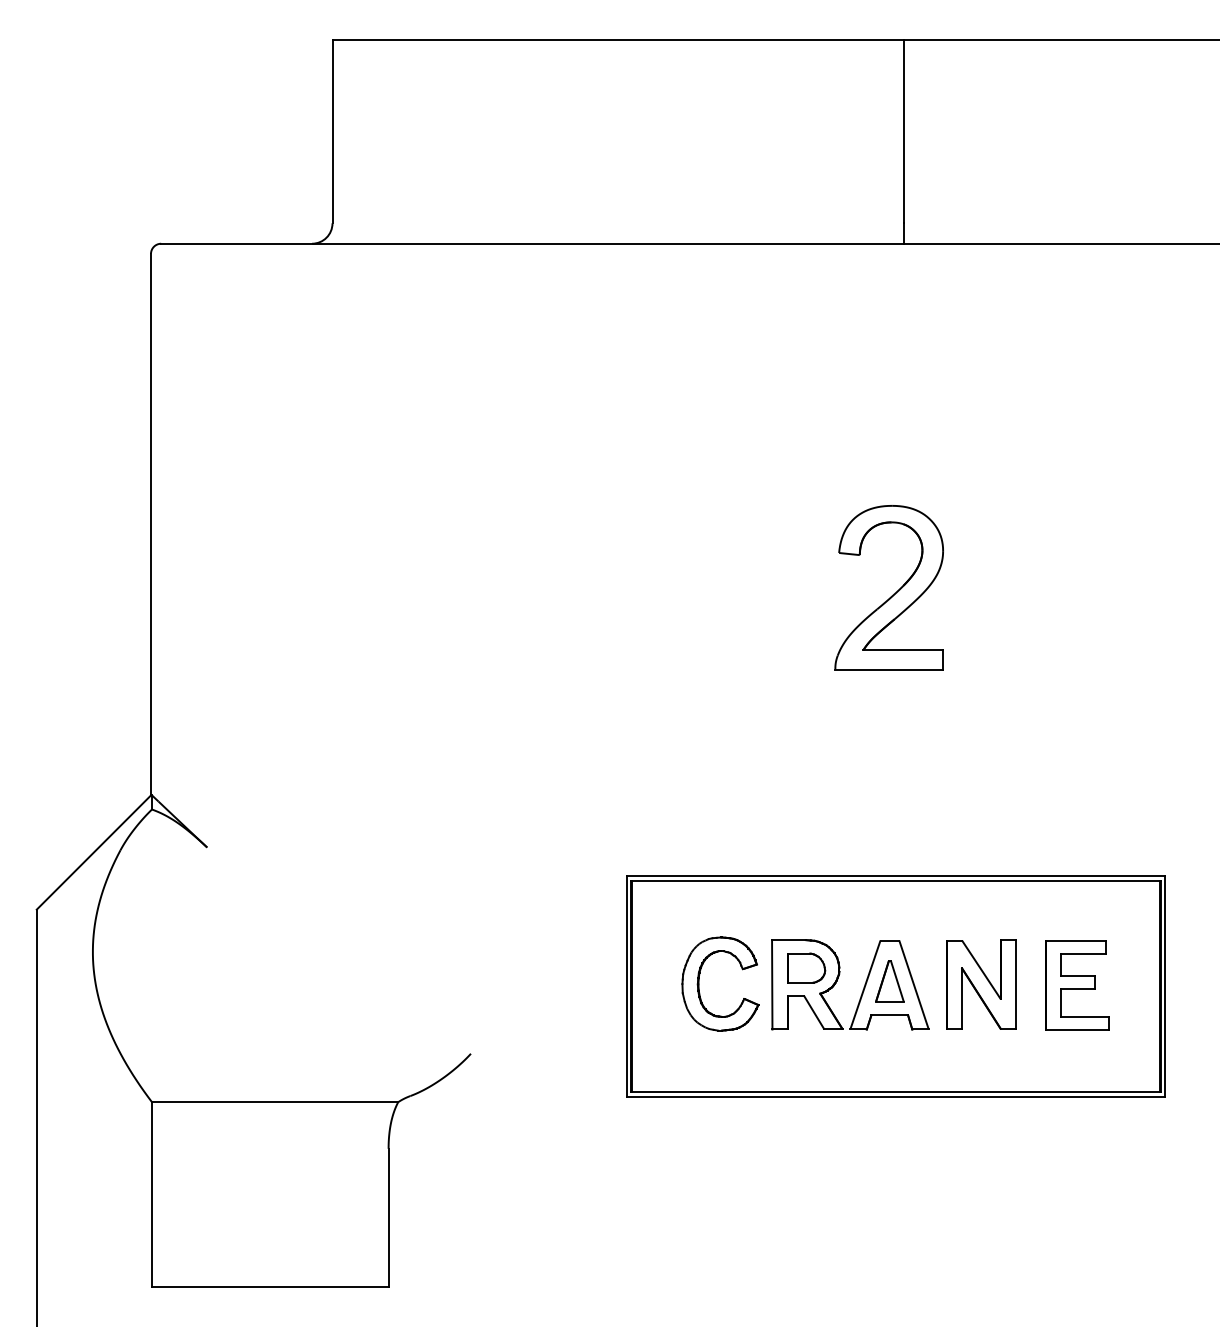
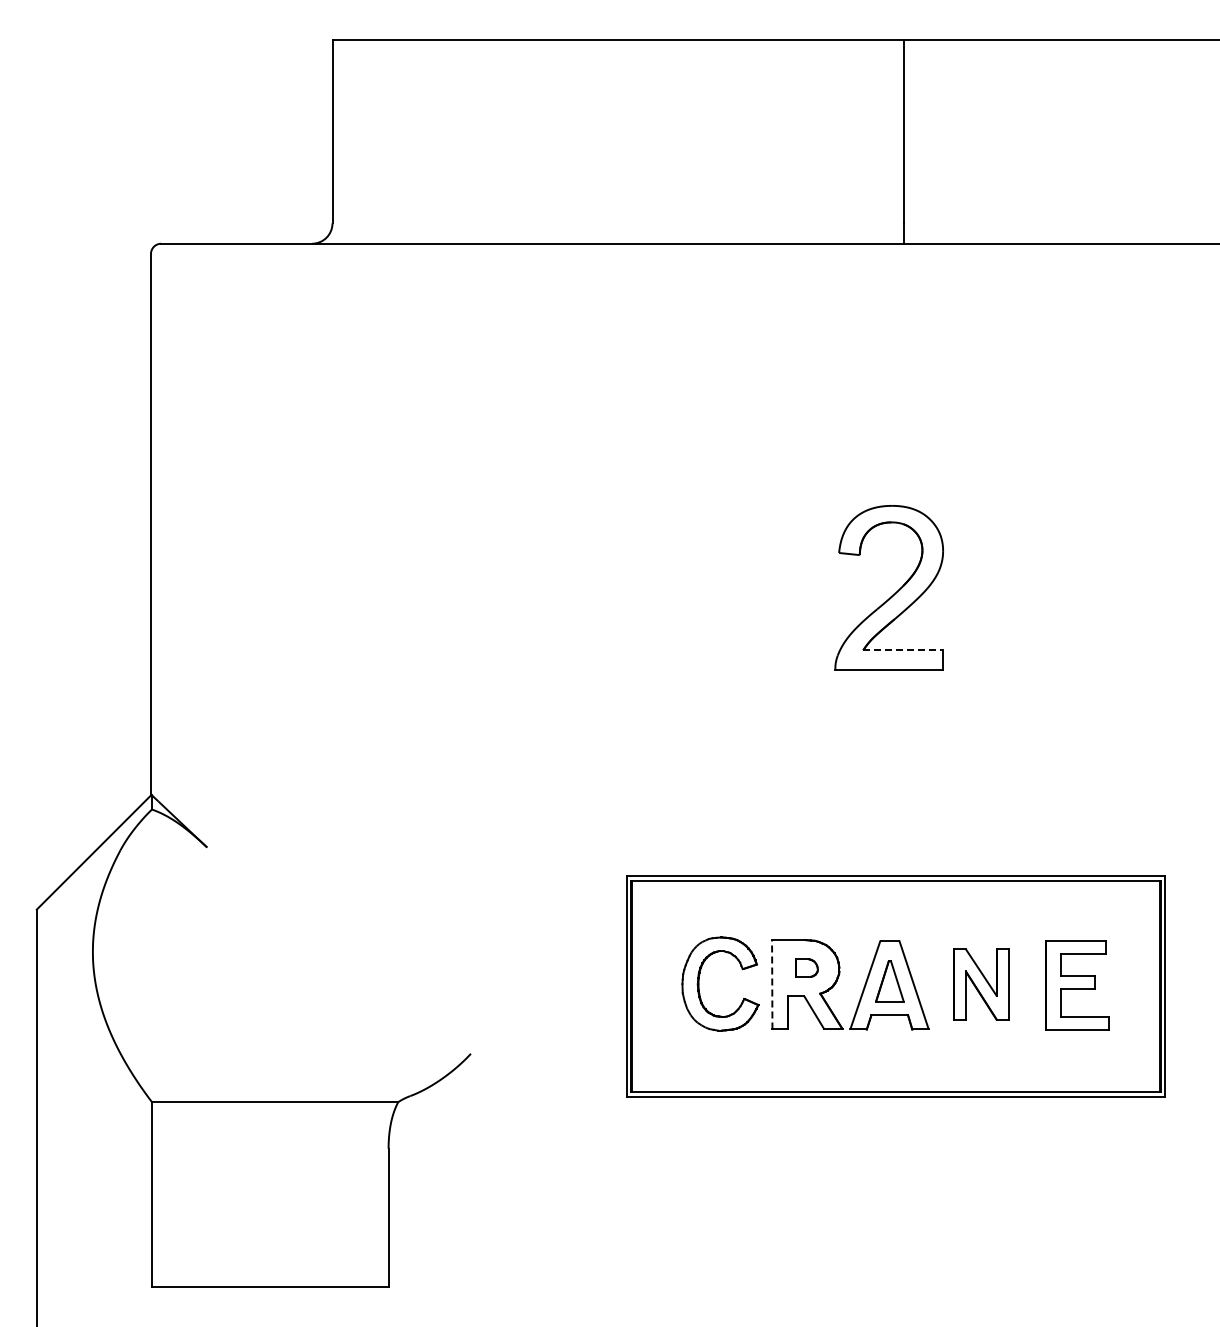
line at (903, 650): solid -> dashed
part at (806, 967) size: 40x32 px -> 24x20 px
line at (772, 984): solid -> dashed
part at (981, 984) size: 71x91 px -> 57x73 px
